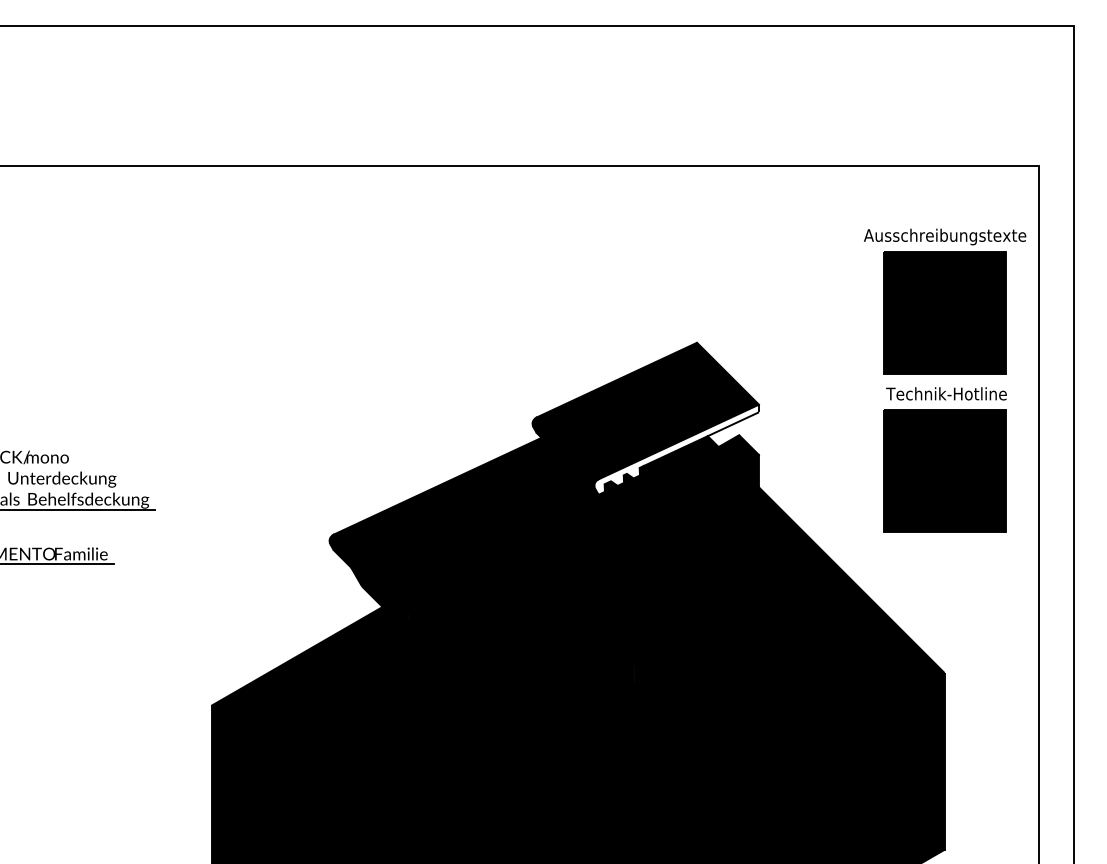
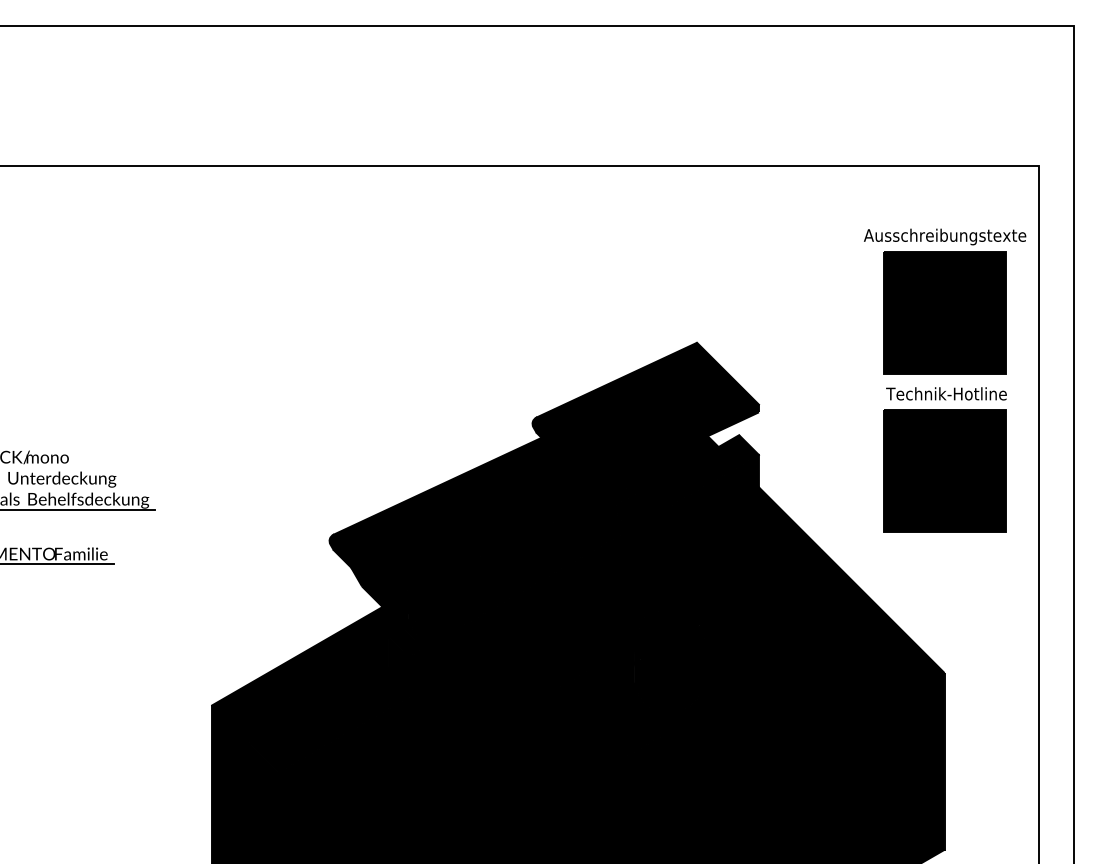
fill at (676, 449): none -> present
